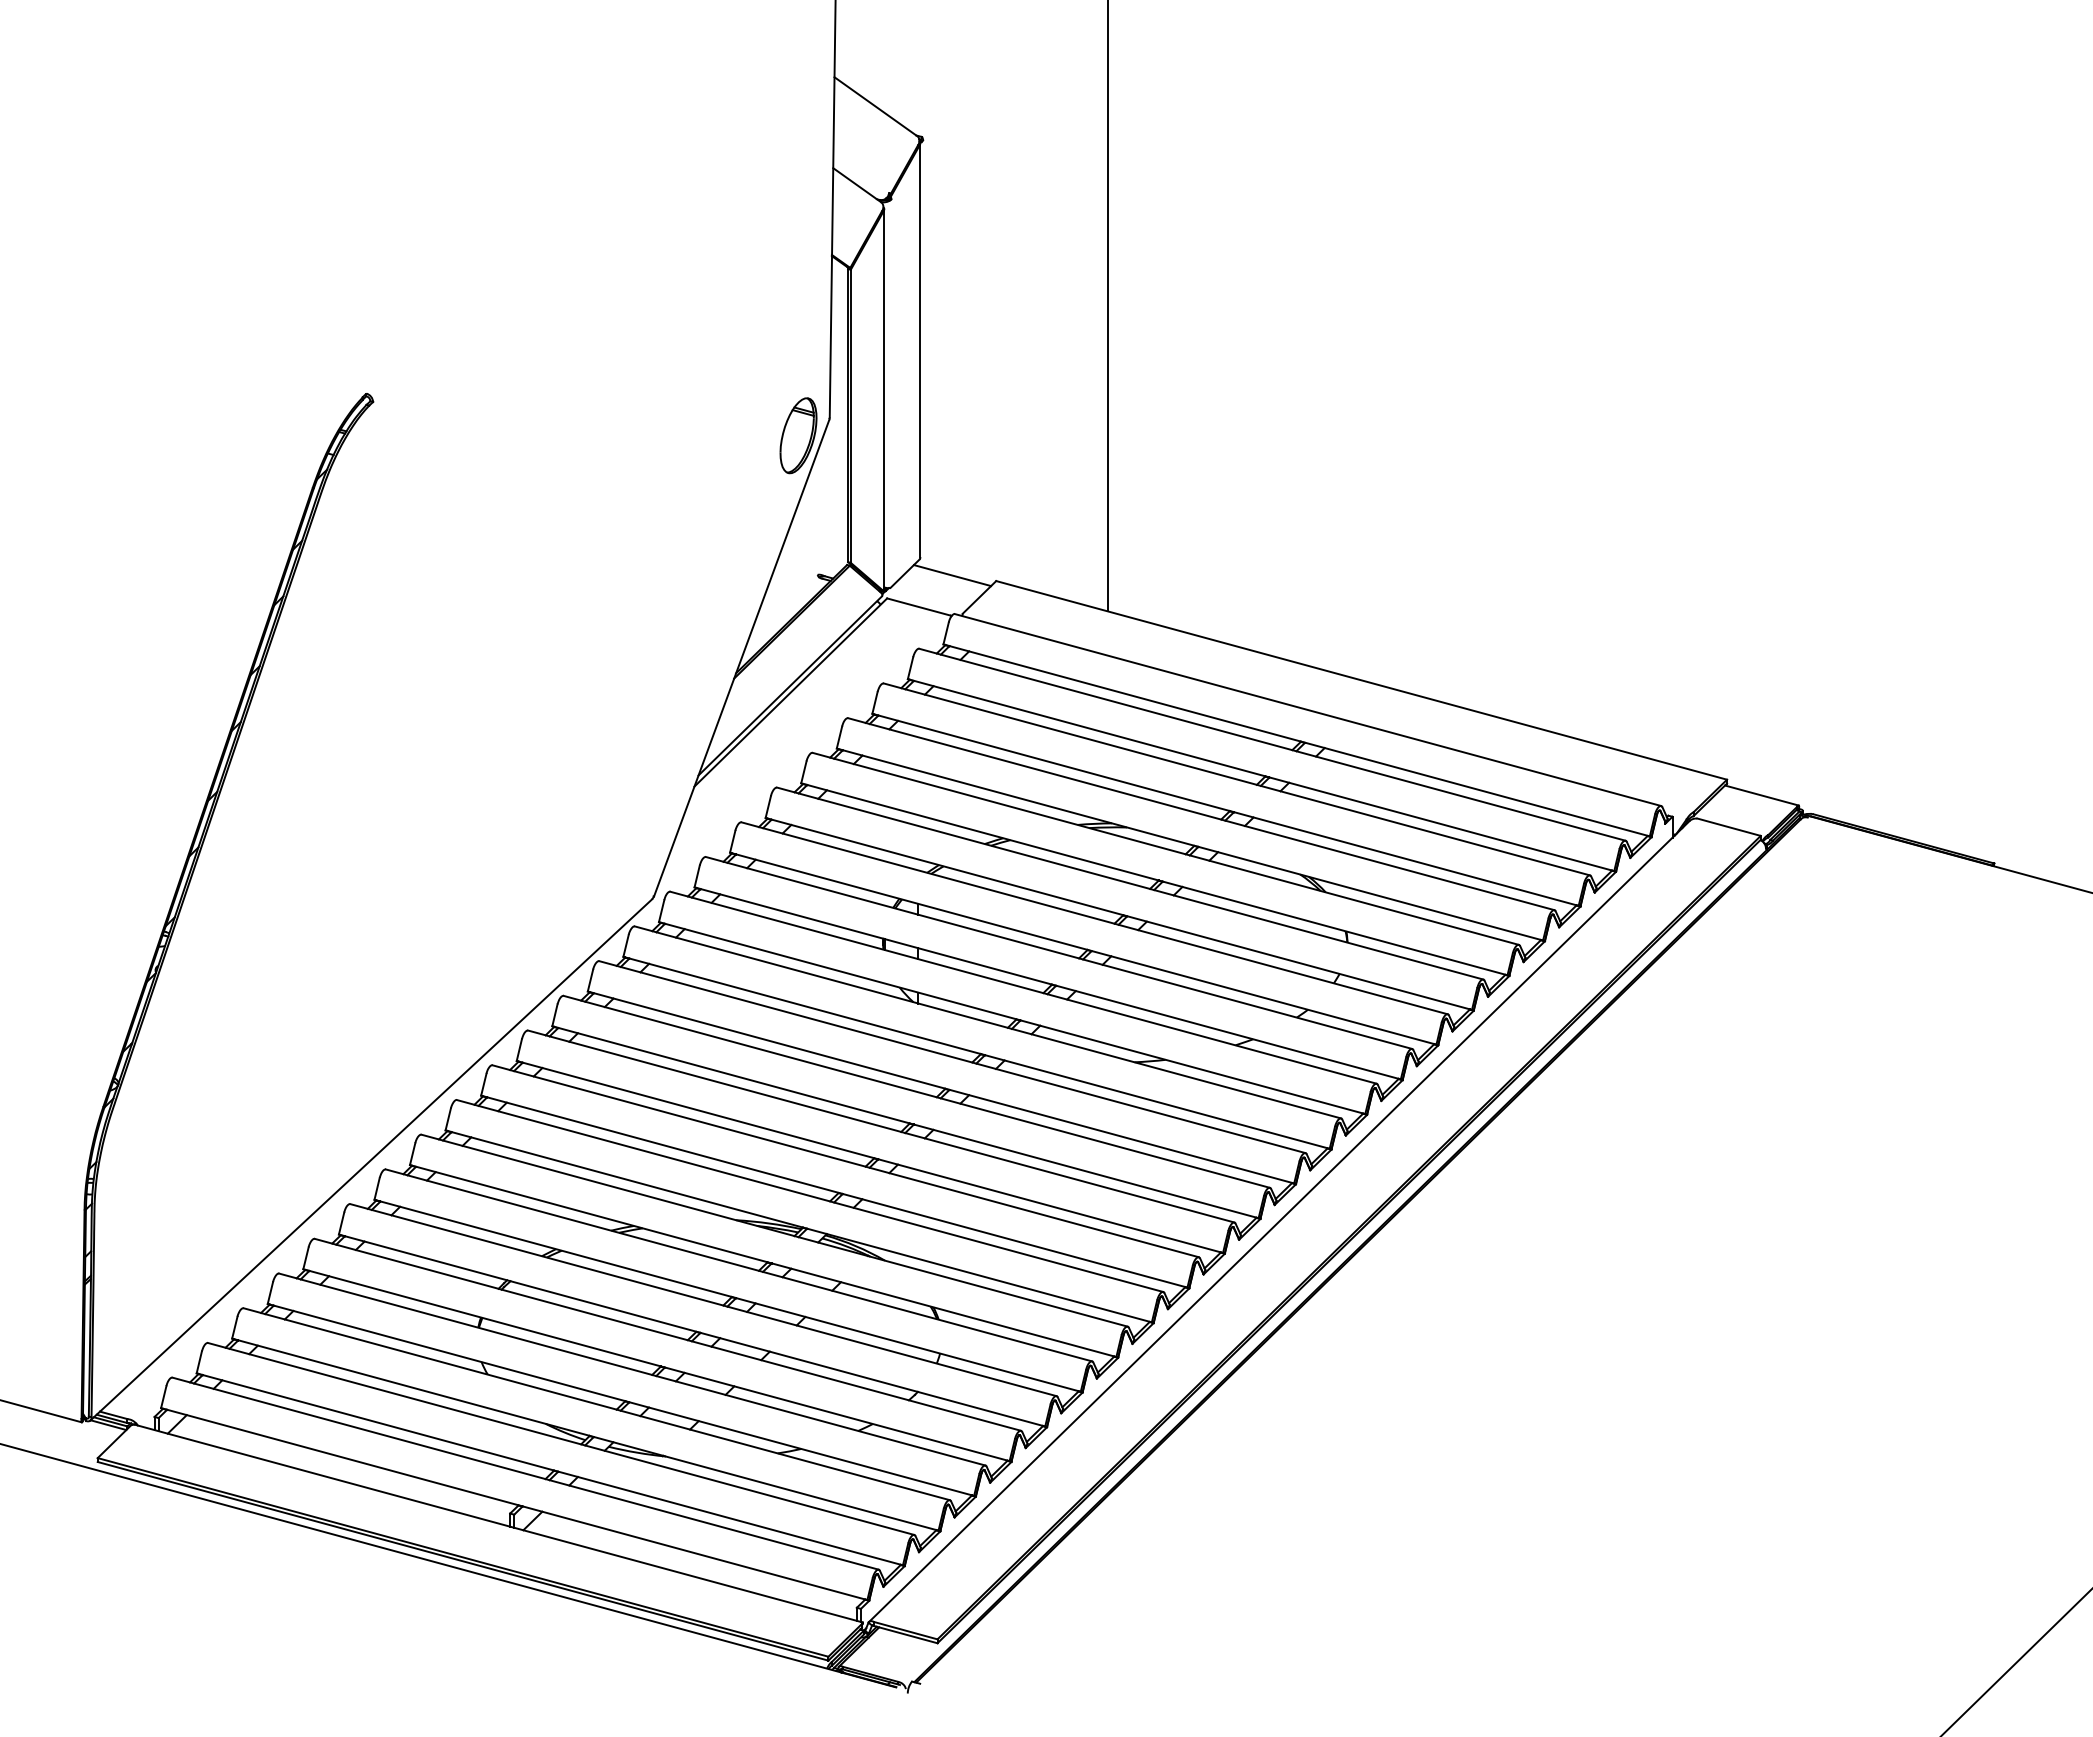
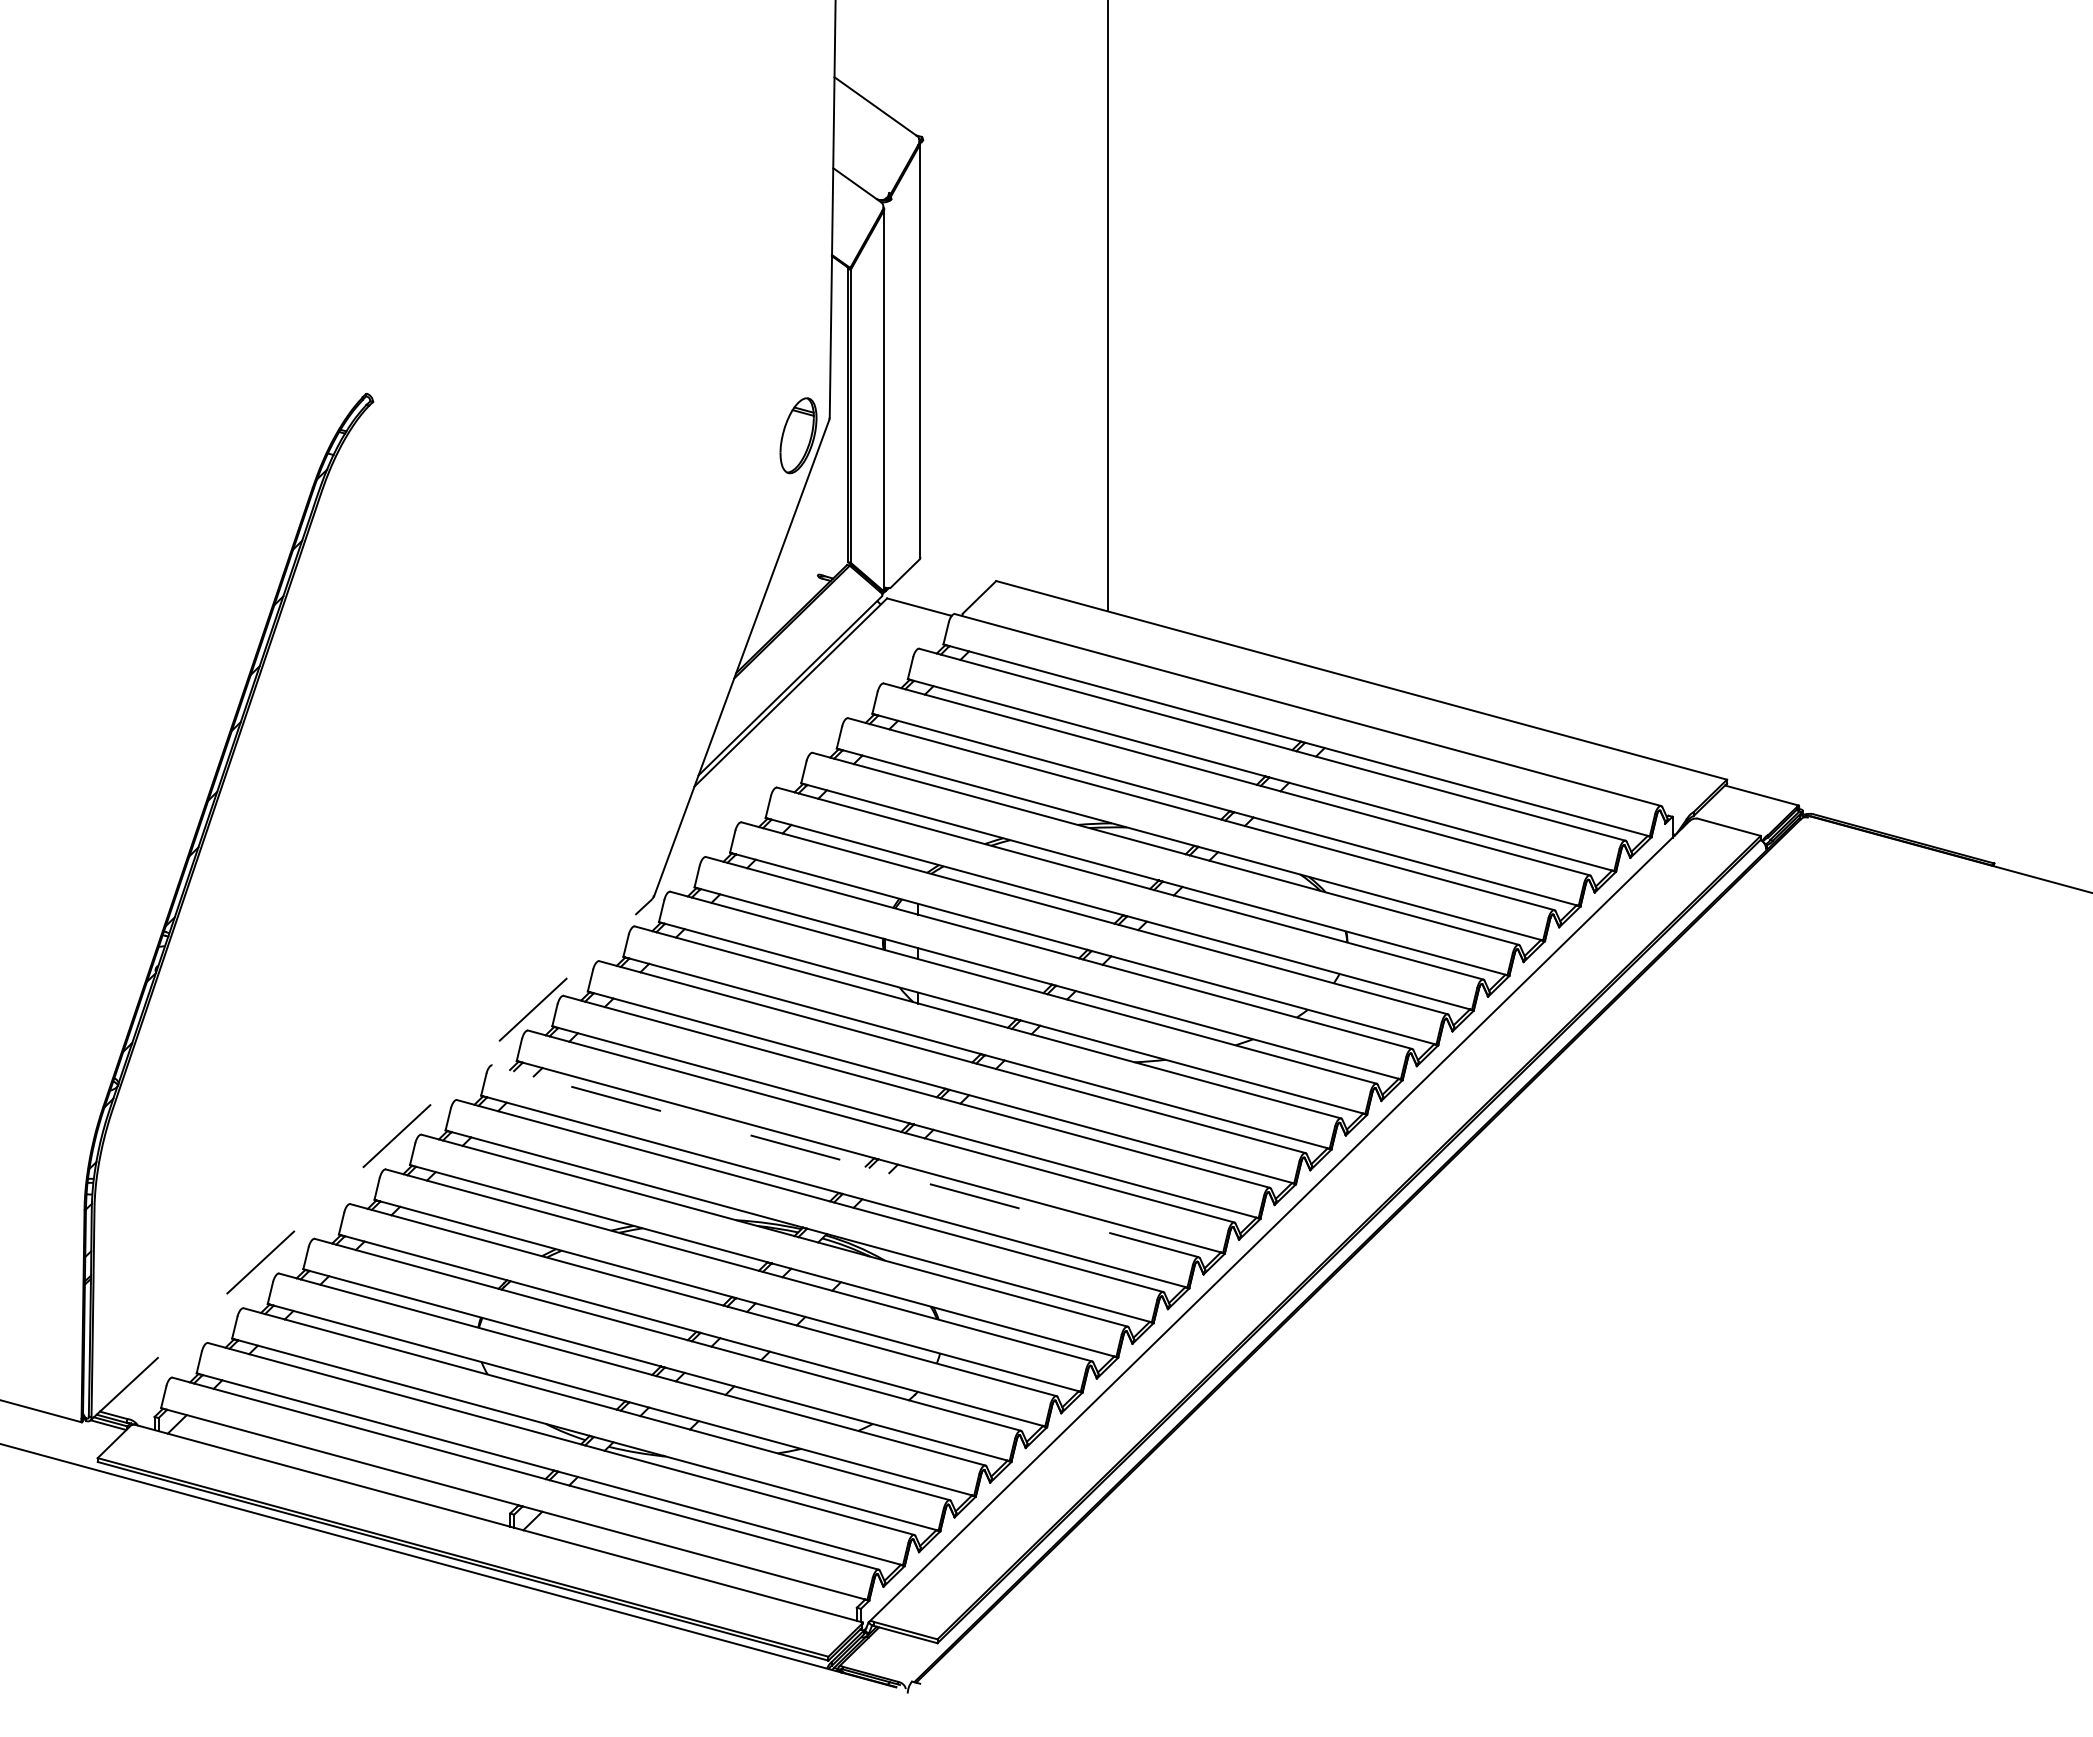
line at (952, 575): present -> none
line at (371, 1159): solid -> dashed
line at (845, 1161): solid -> dashed
line at (2016, 1662): present -> none
